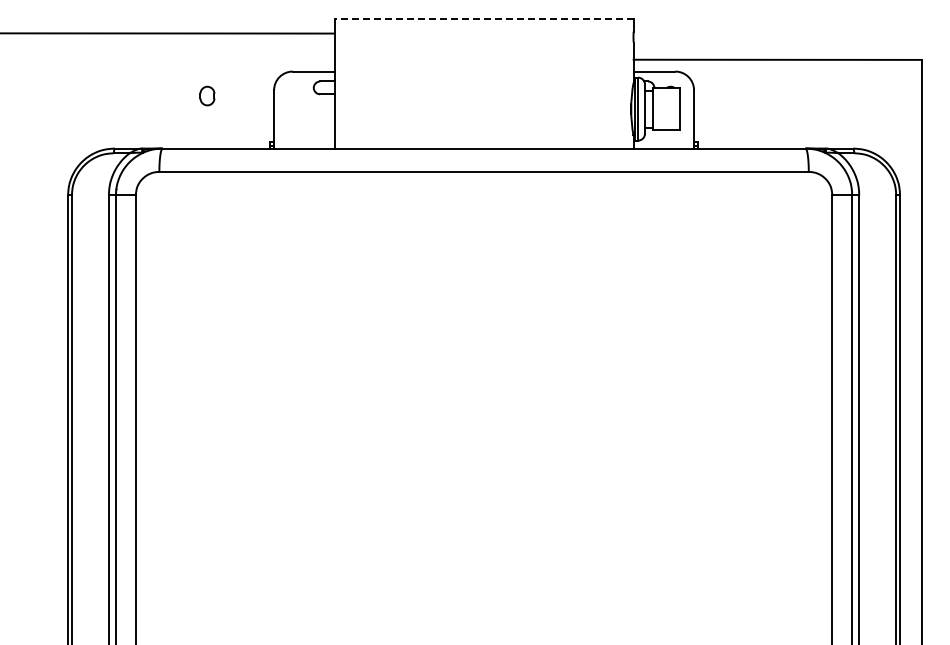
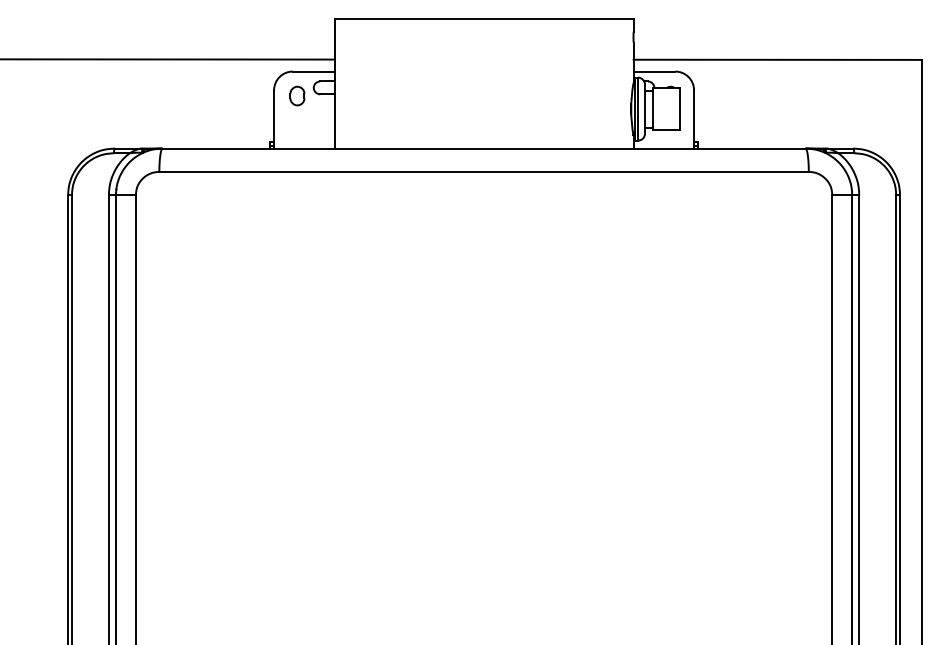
line at (484, 19): dashed -> solid
line at (168, 33) position: (168, 33) -> (168, 59)
part at (207, 95) position: (207, 95) -> (297, 95)
